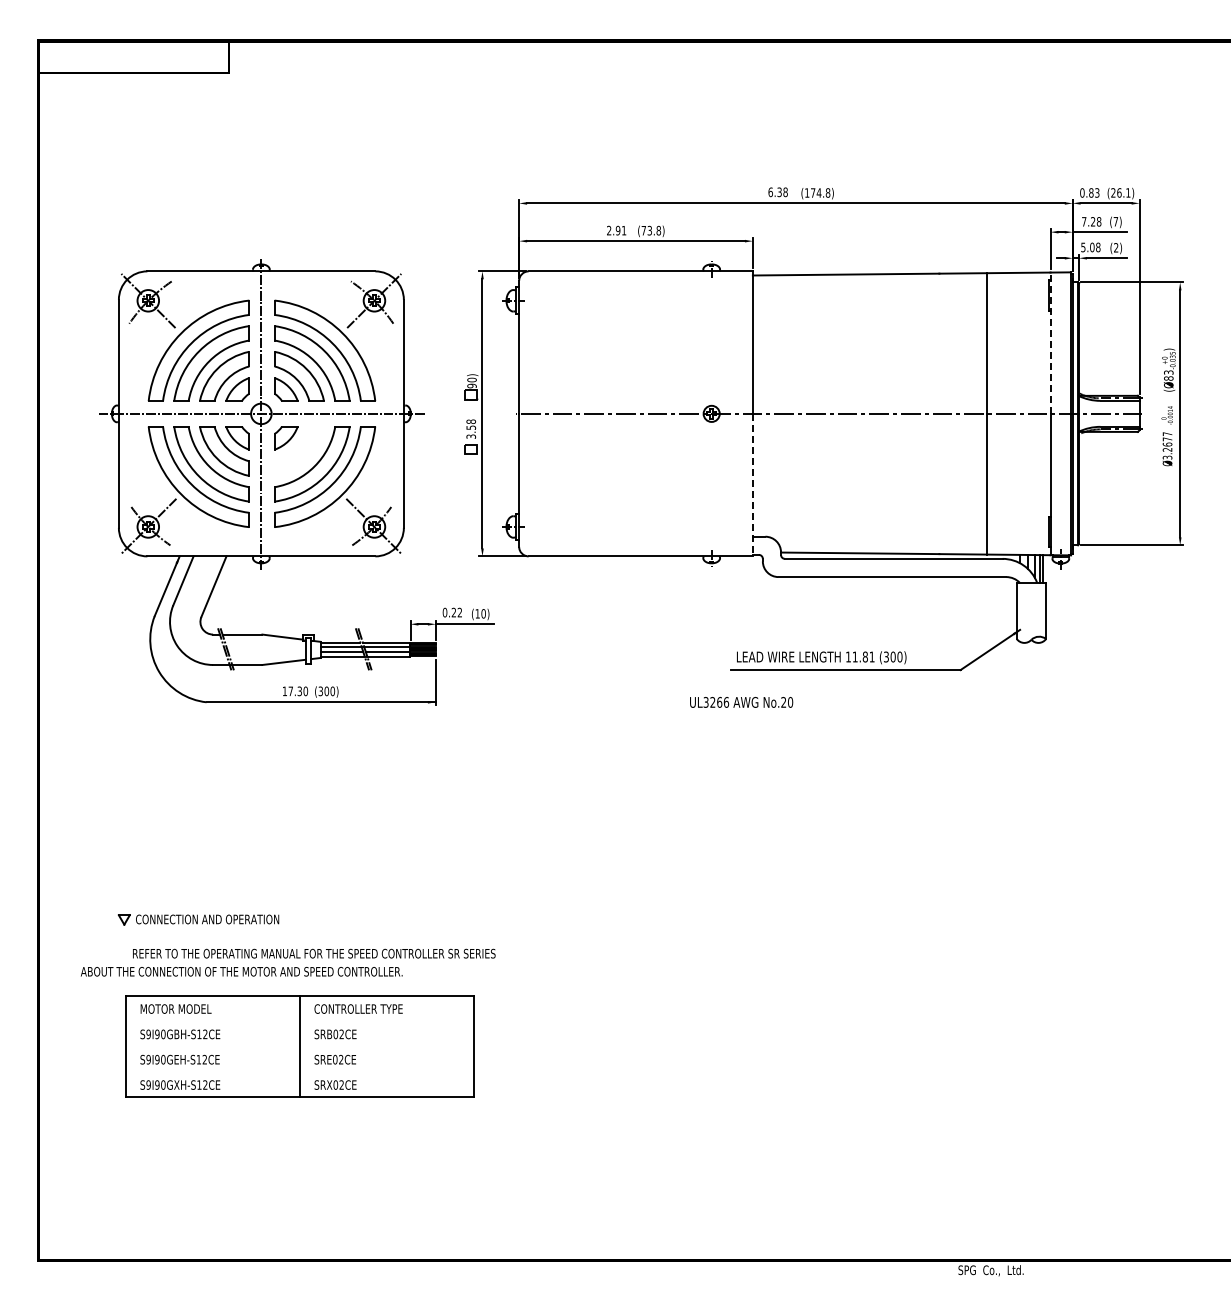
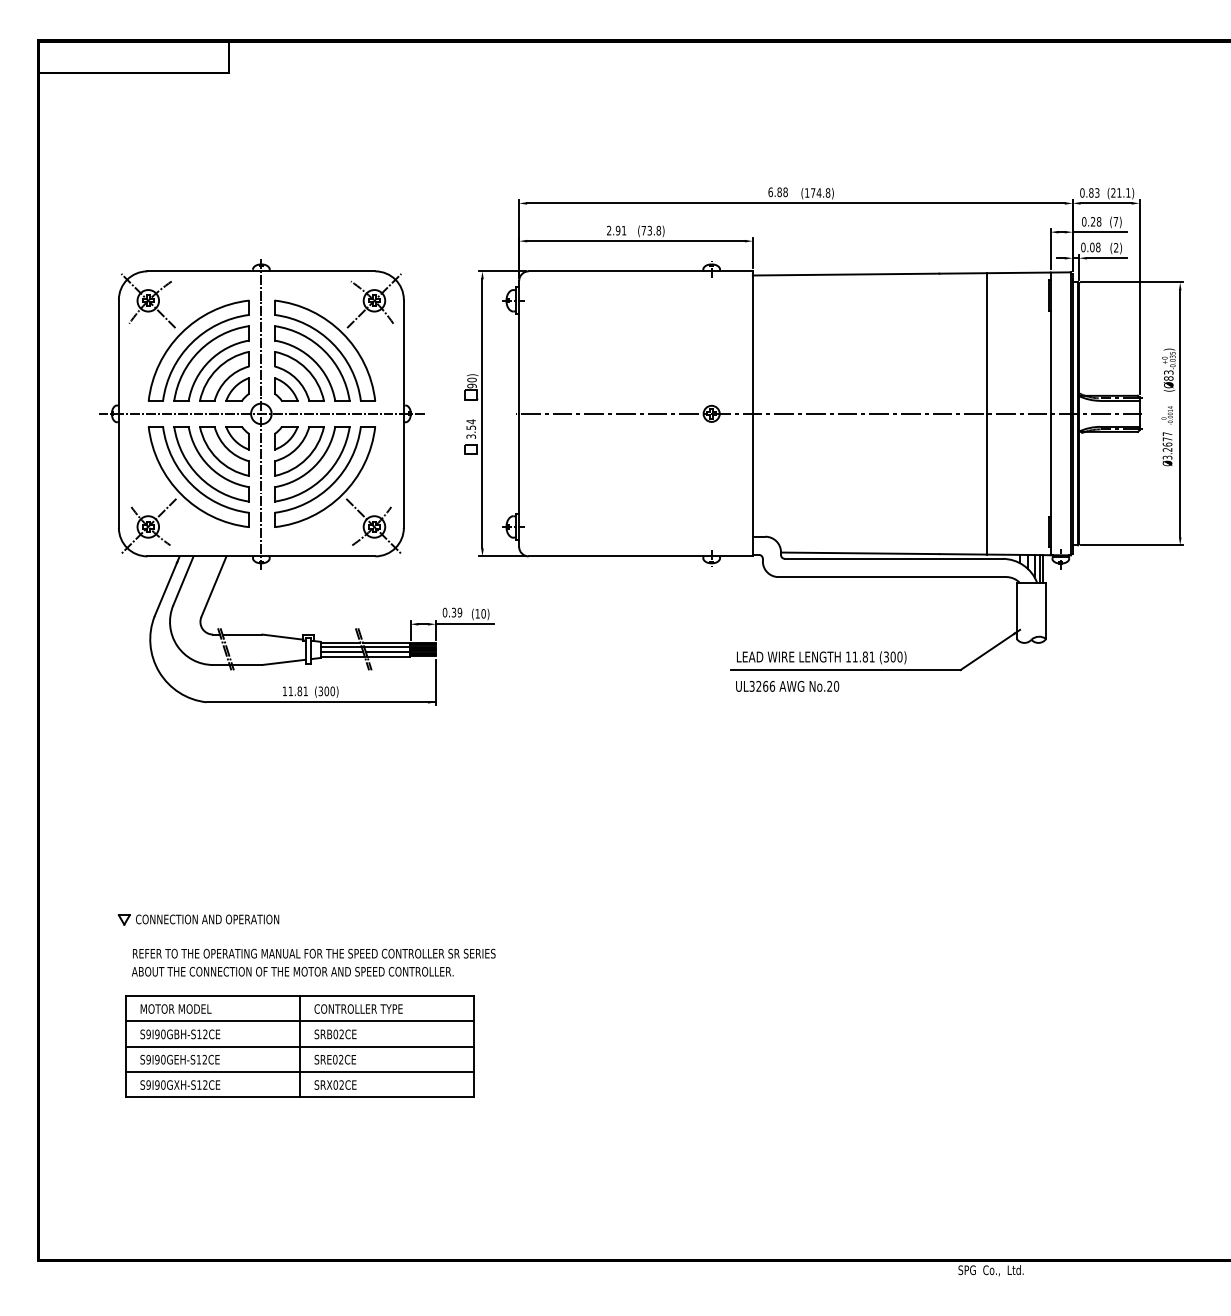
text at (779, 192): 6.38 -> 6.88
text at (1119, 192): (26.1) -> (21.1)
text at (1084, 221): 7.28 -> 0.28
text at (1083, 247): 5.08 -> 0.08
line at (1050, 343): dashed -> solid
text at (471, 421): 3.58 -> 3.54
part at (299, 451): none -> present
line at (752, 485): dashed -> solid
text at (456, 612): 0.22 -> 0.39
text at (298, 691): 17.30 -> 11.81
text at (741, 702) position: (741, 702) -> (787, 686)
text at (241, 971) position: (241, 971) -> (292, 971)
line at (299, 1021): none -> present
line at (299, 1046): none -> present
line at (299, 1071): none -> present
